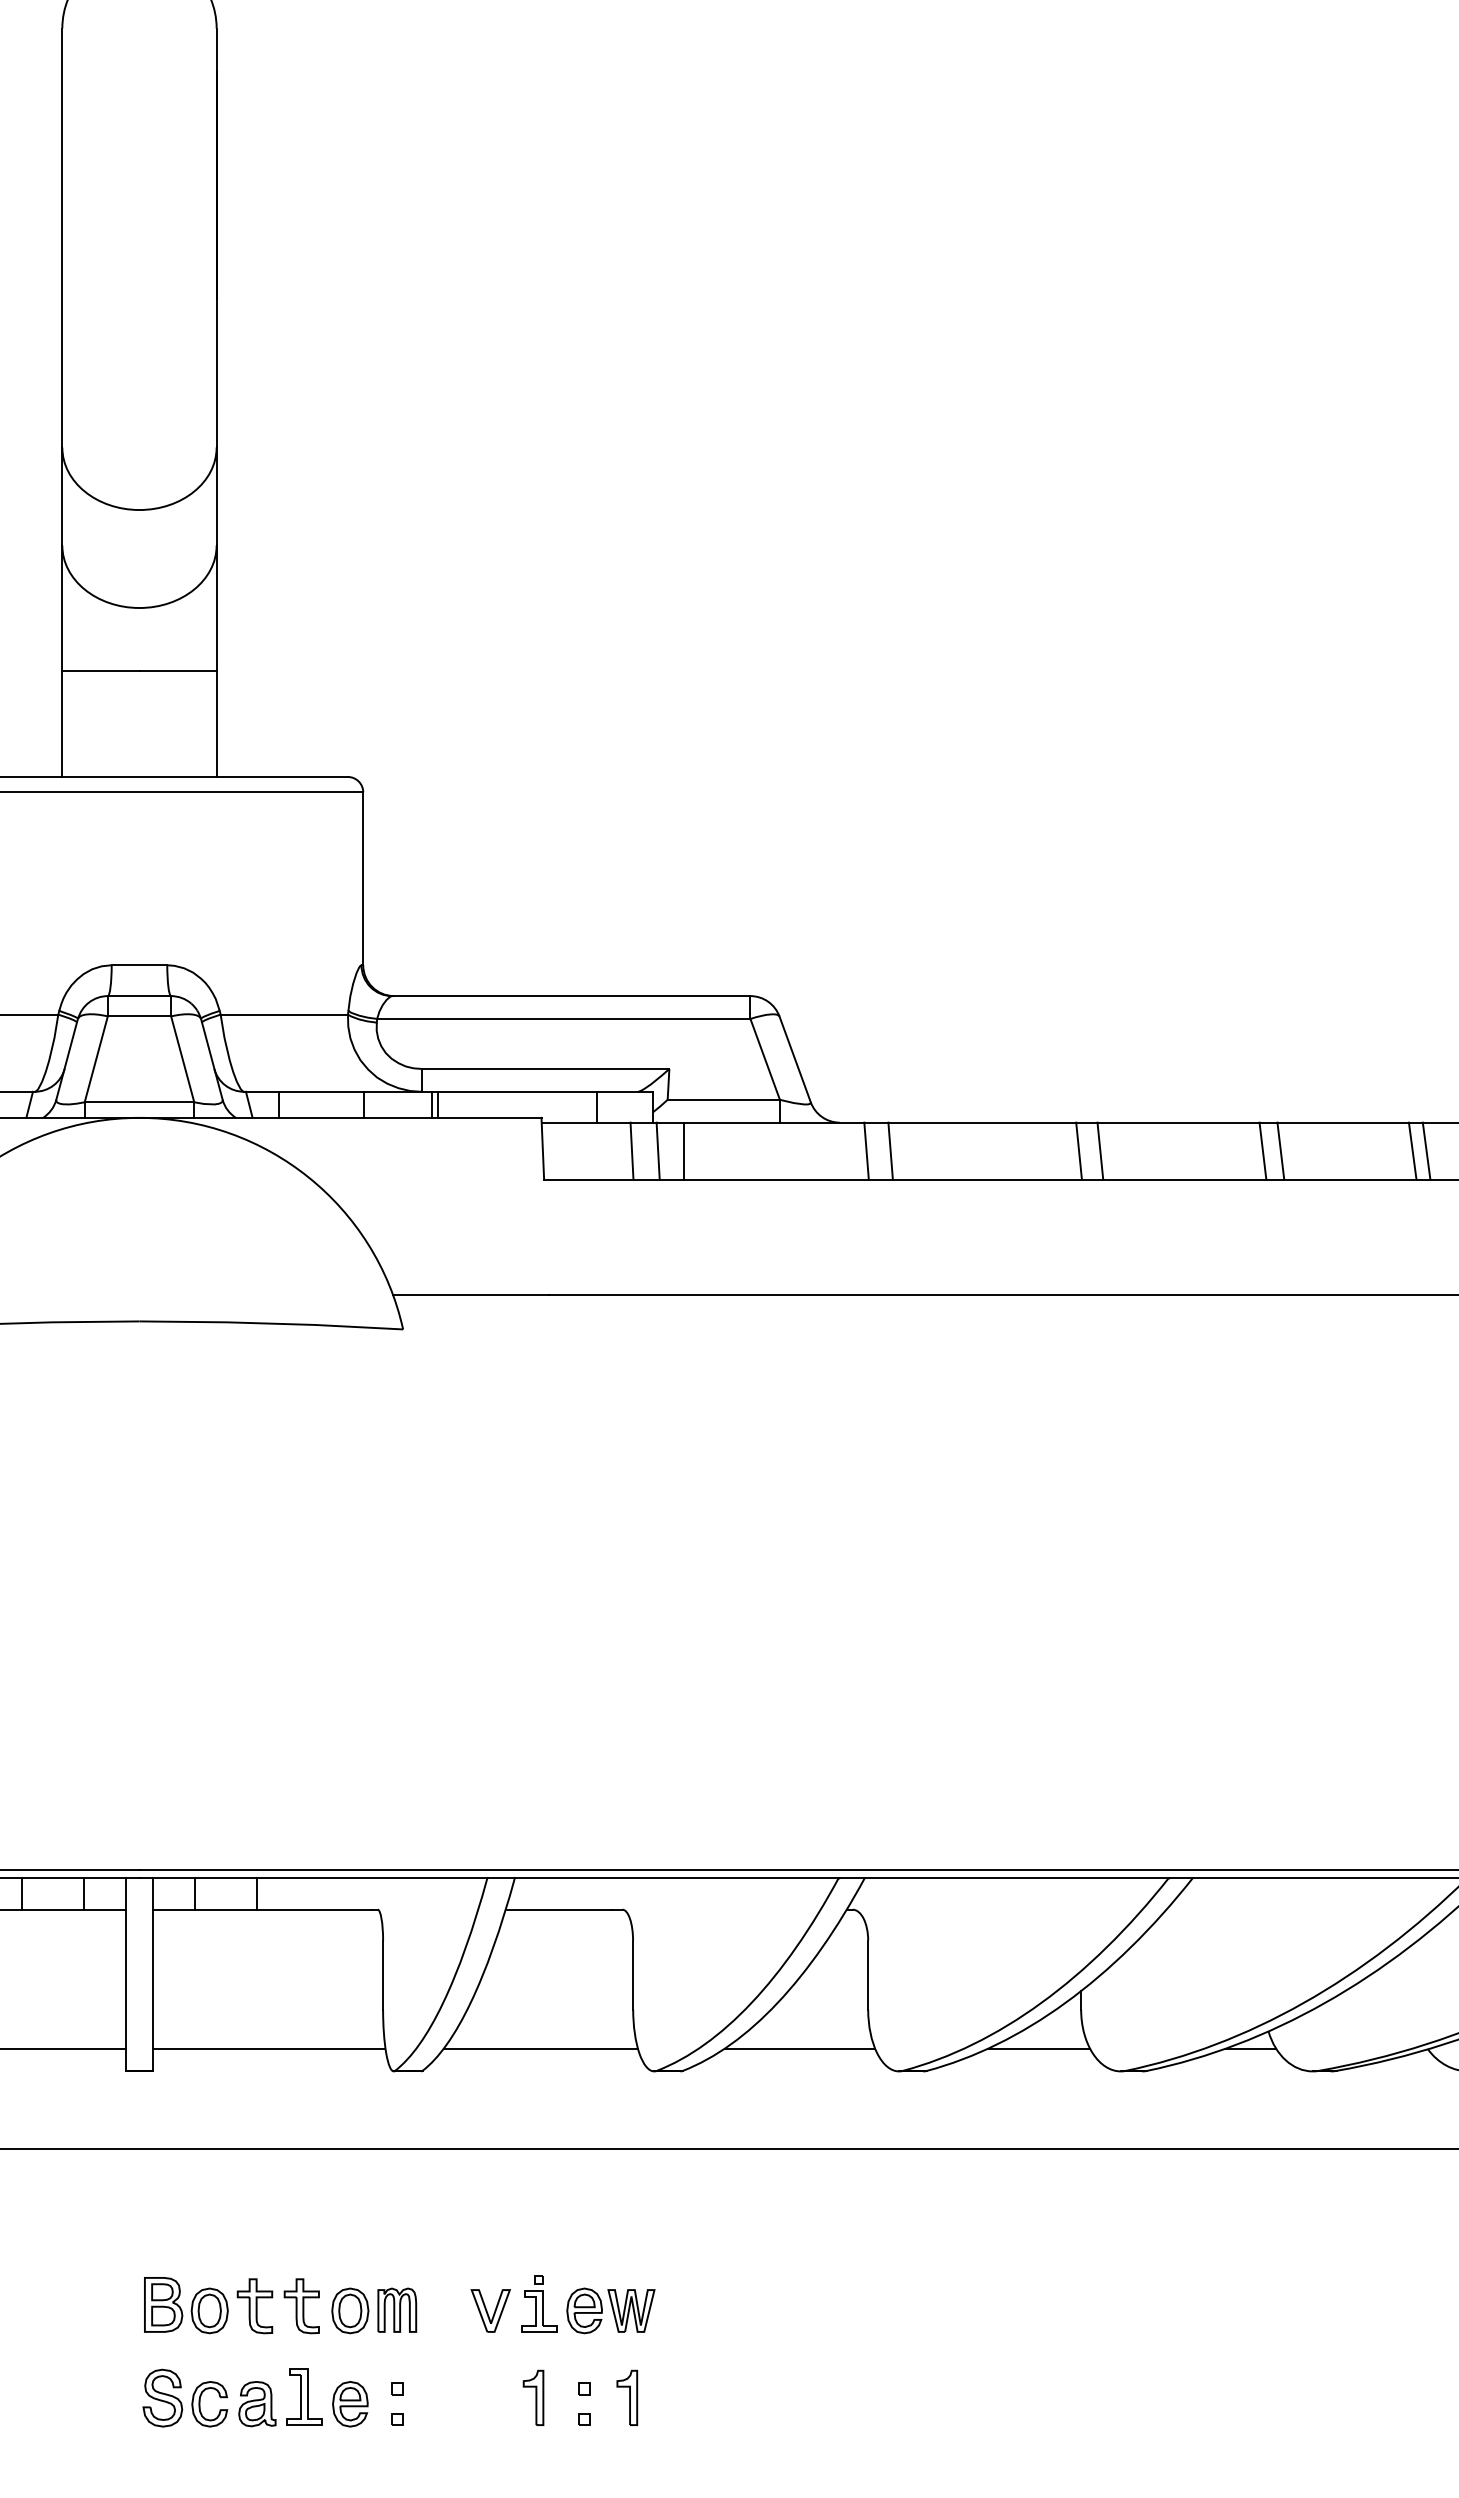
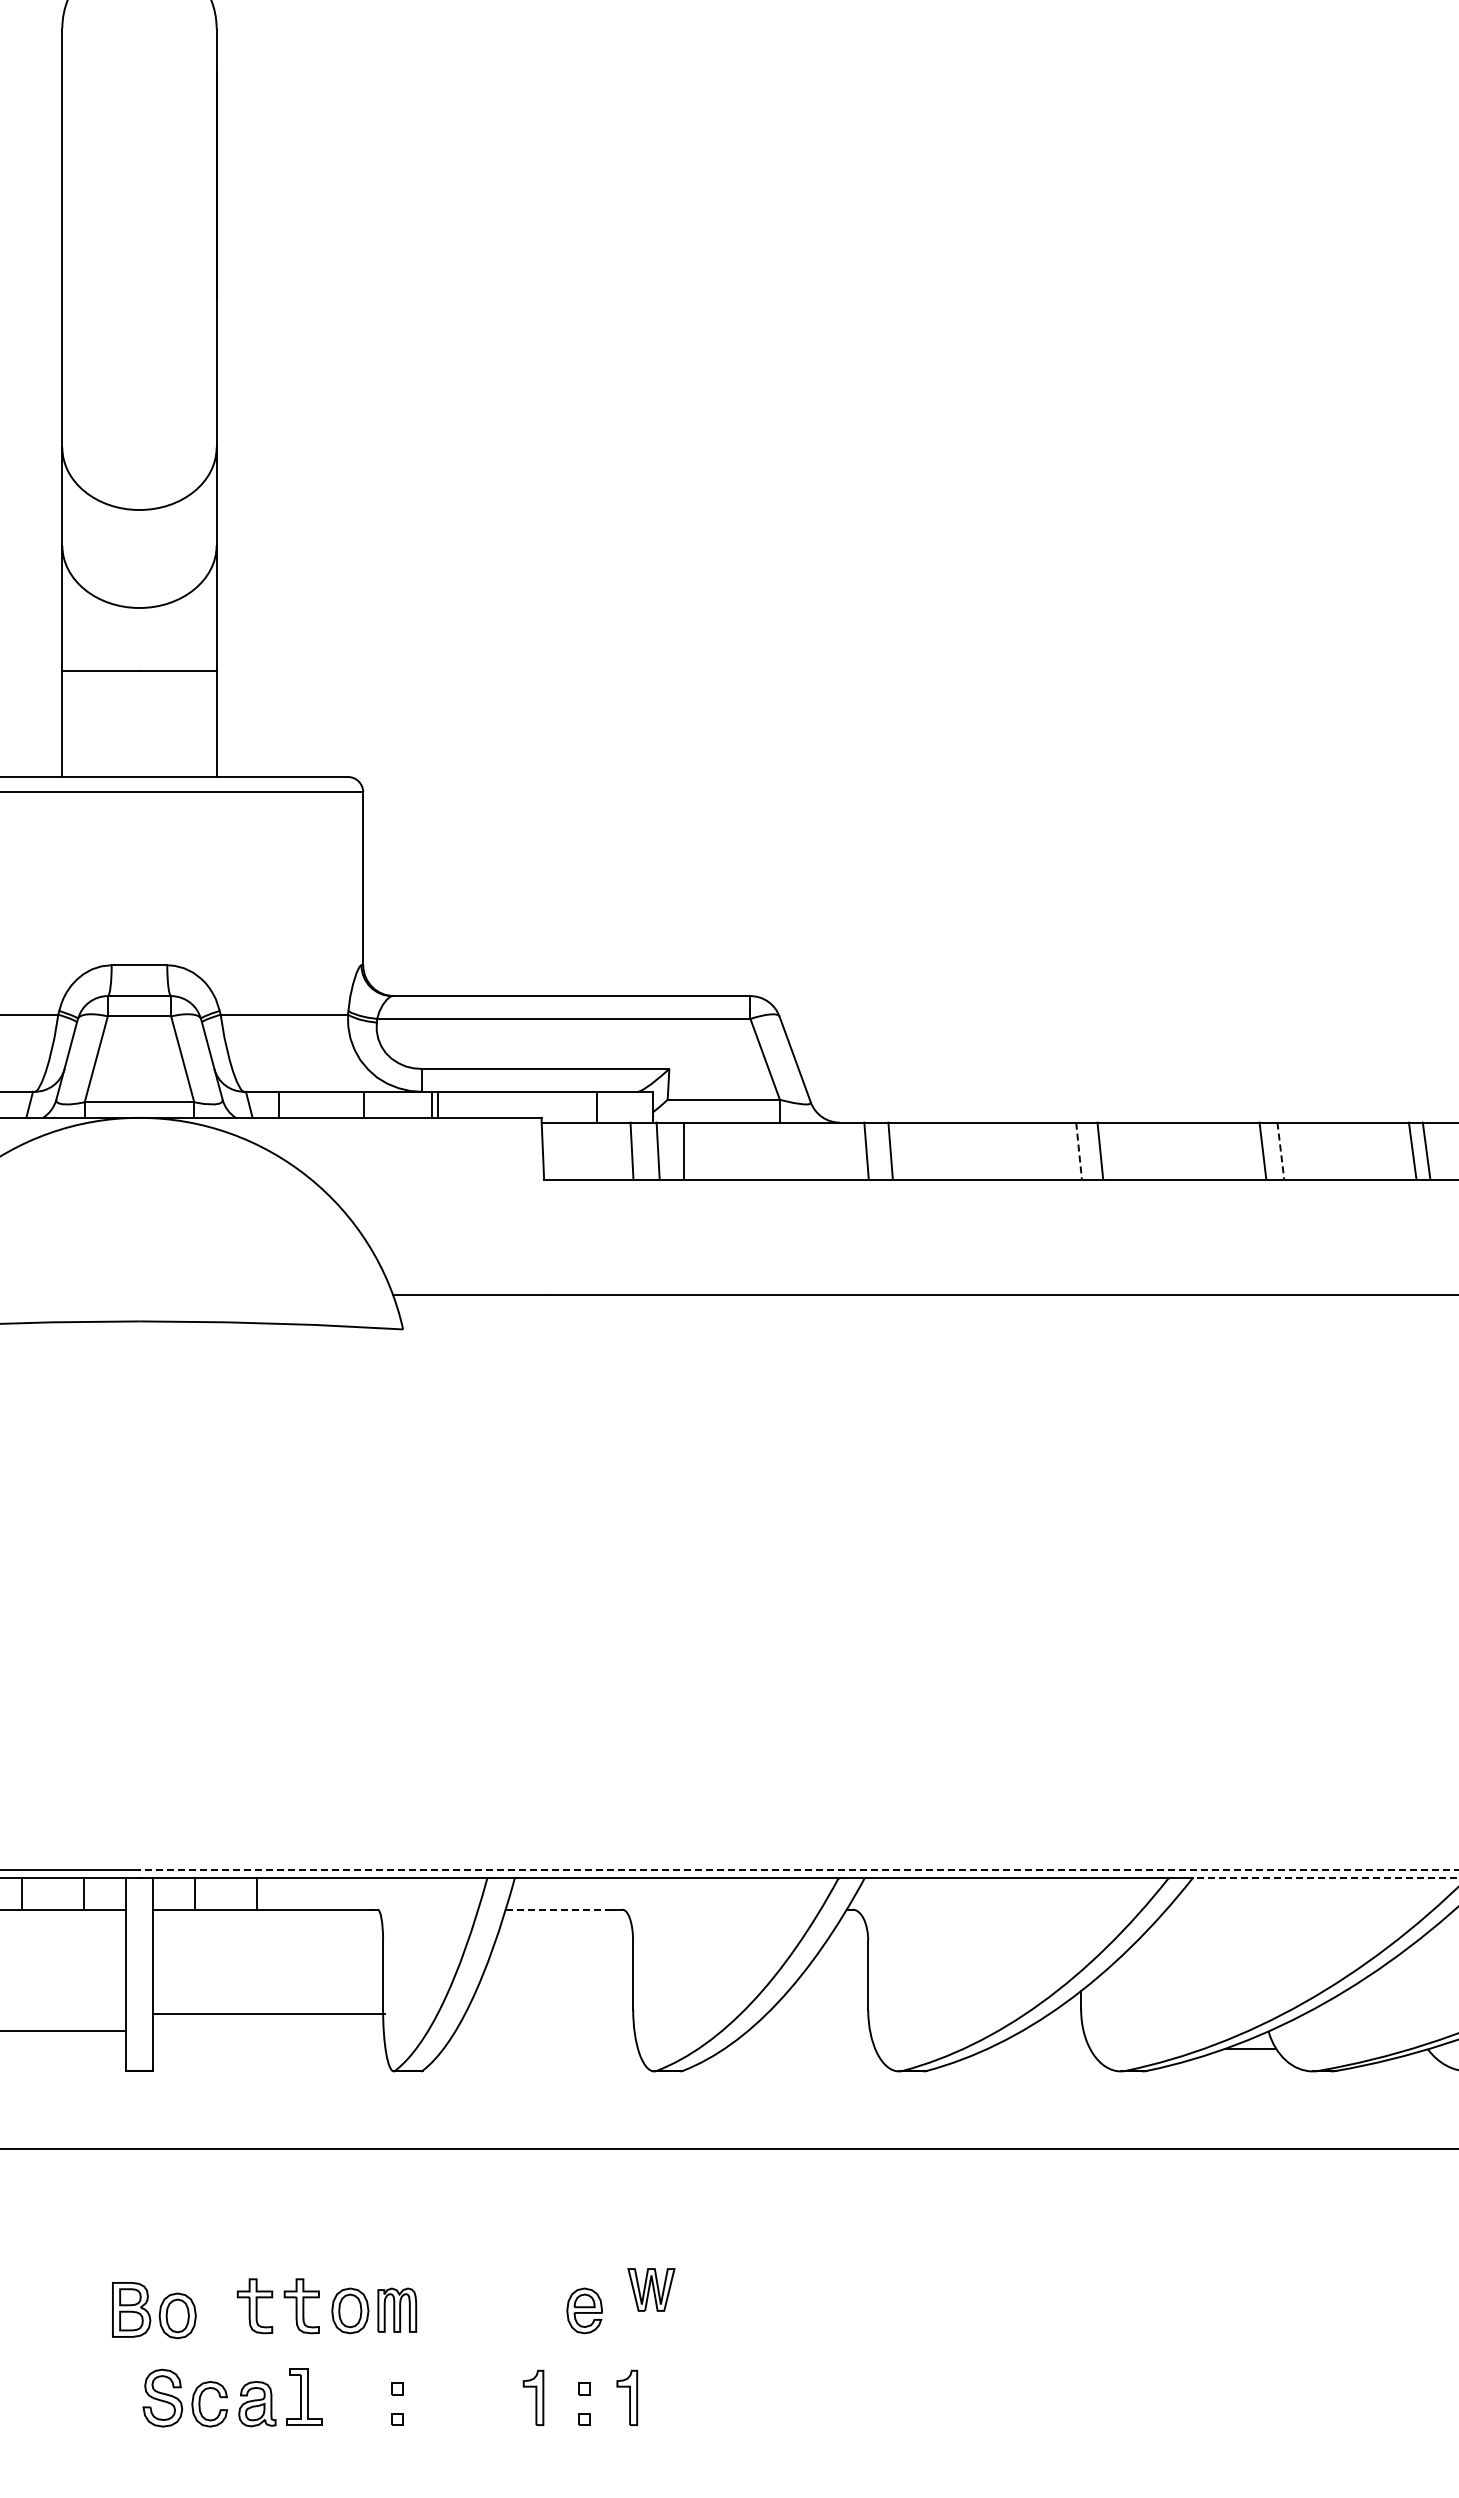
line at (1079, 1151): solid -> dashed
line at (1280, 1151): solid -> dashed
line at (798, 1870): solid -> dashed
line at (1326, 1877): solid -> dashed
line at (558, 1909): solid -> dashed
line at (63, 2048) position: (63, 2048) -> (63, 2030)
line at (269, 2048) position: (269, 2048) -> (269, 2013)
line at (540, 2048): present -> none
line at (799, 2048): present -> none
line at (1038, 2048): present -> none
part at (539, 2303): present -> none
part at (186, 2305) position: (186, 2305) -> (154, 2310)
part at (490, 2310): present -> none
part at (631, 2310) position: (631, 2310) -> (651, 2289)
part at (350, 2404): present -> none
